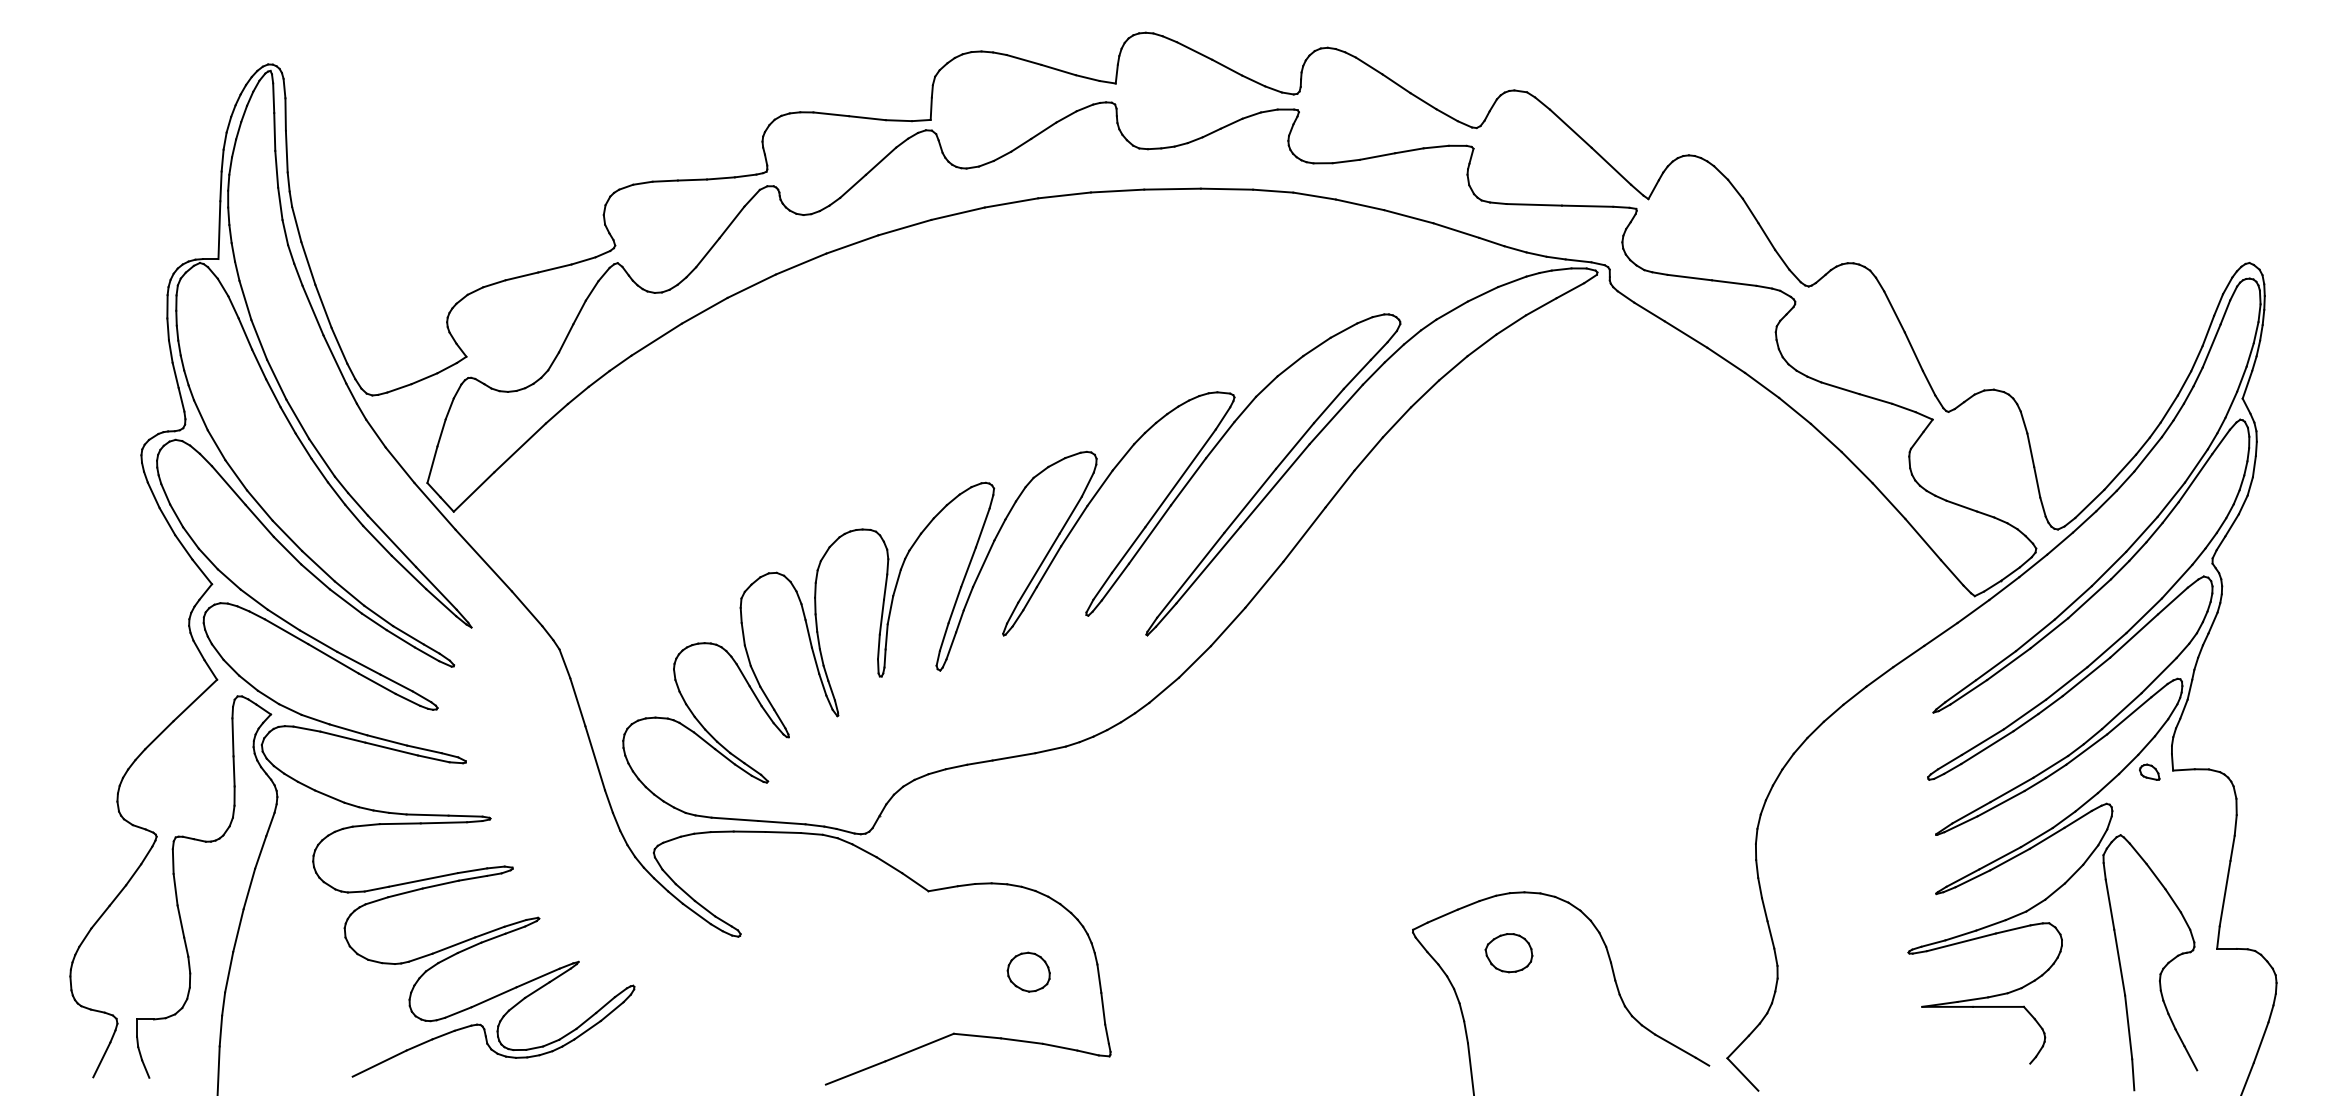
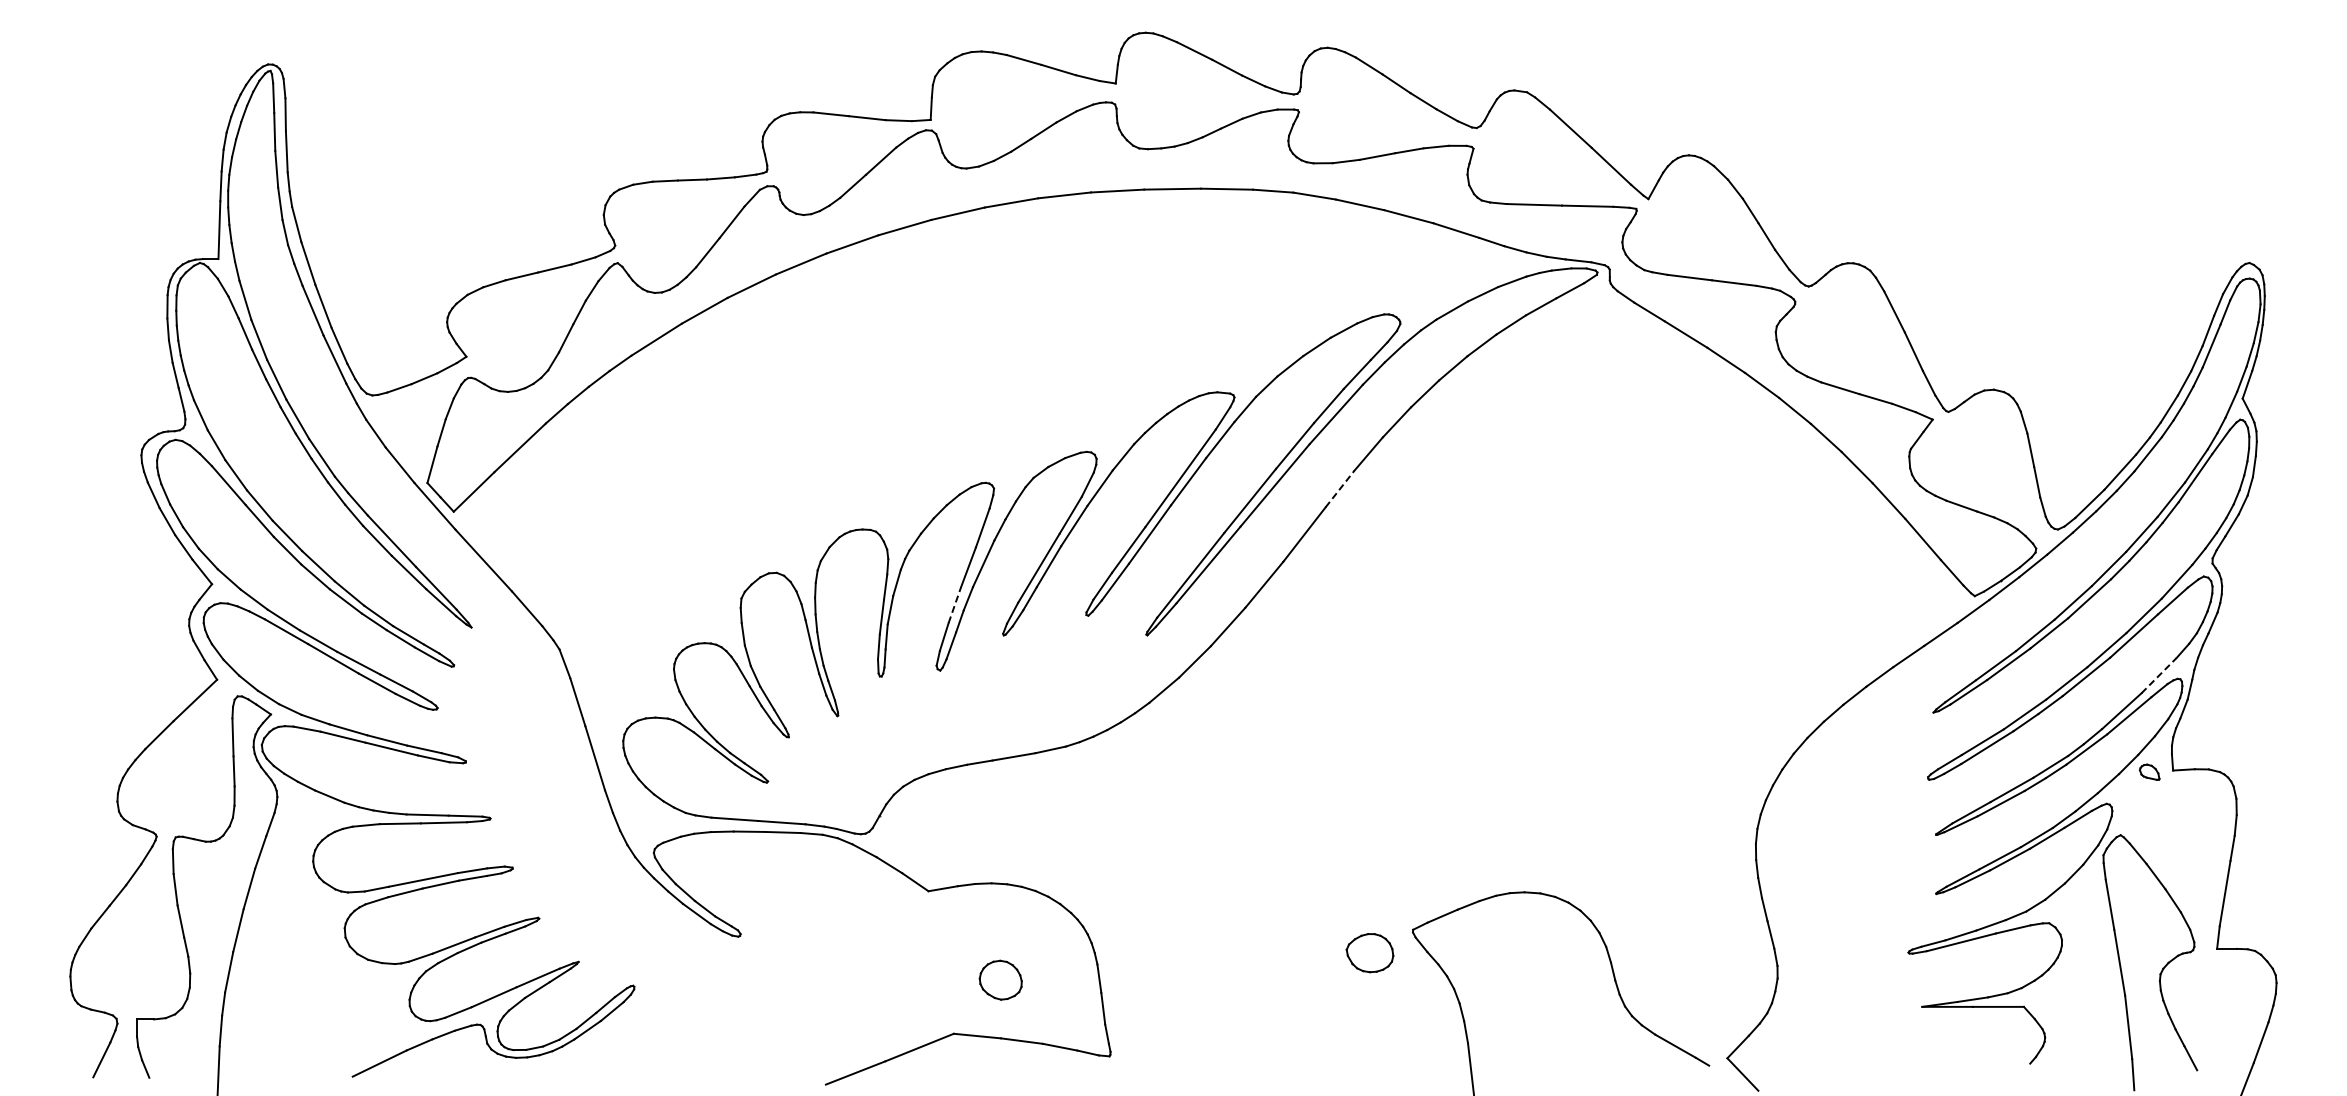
line at (1340, 488): solid -> dashed
line at (955, 604): solid -> dashed
line at (2159, 675): solid -> dashed
part at (1508, 953) position: (1508, 953) -> (1369, 953)
part at (1028, 971) position: (1028, 971) -> (1000, 979)
